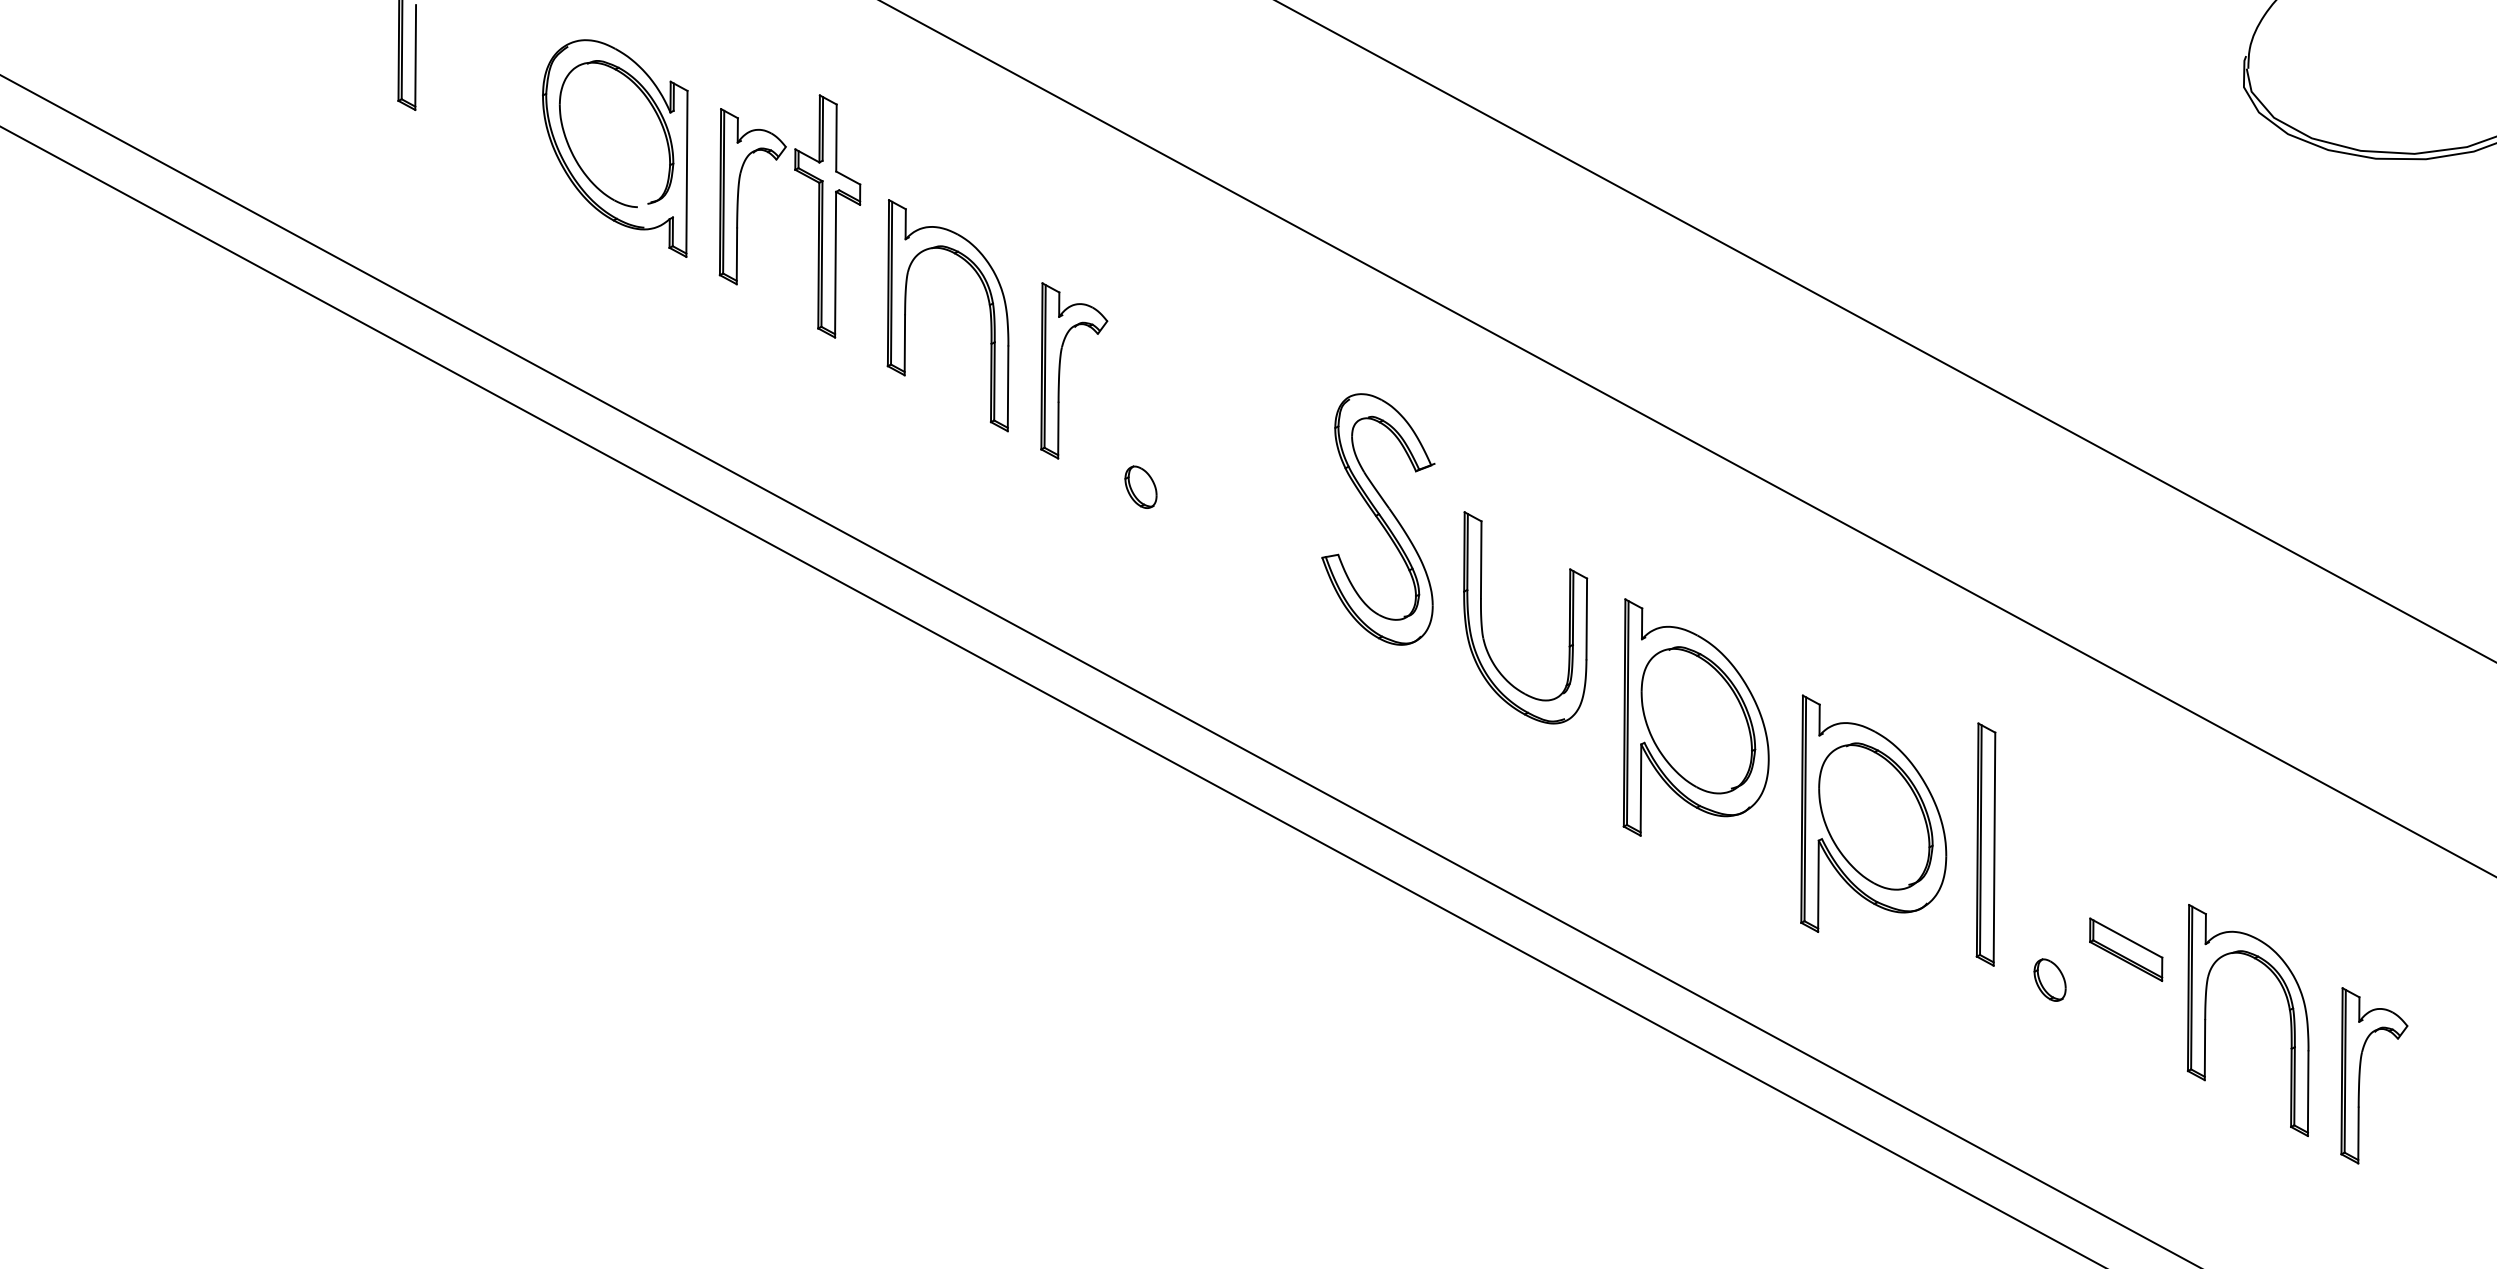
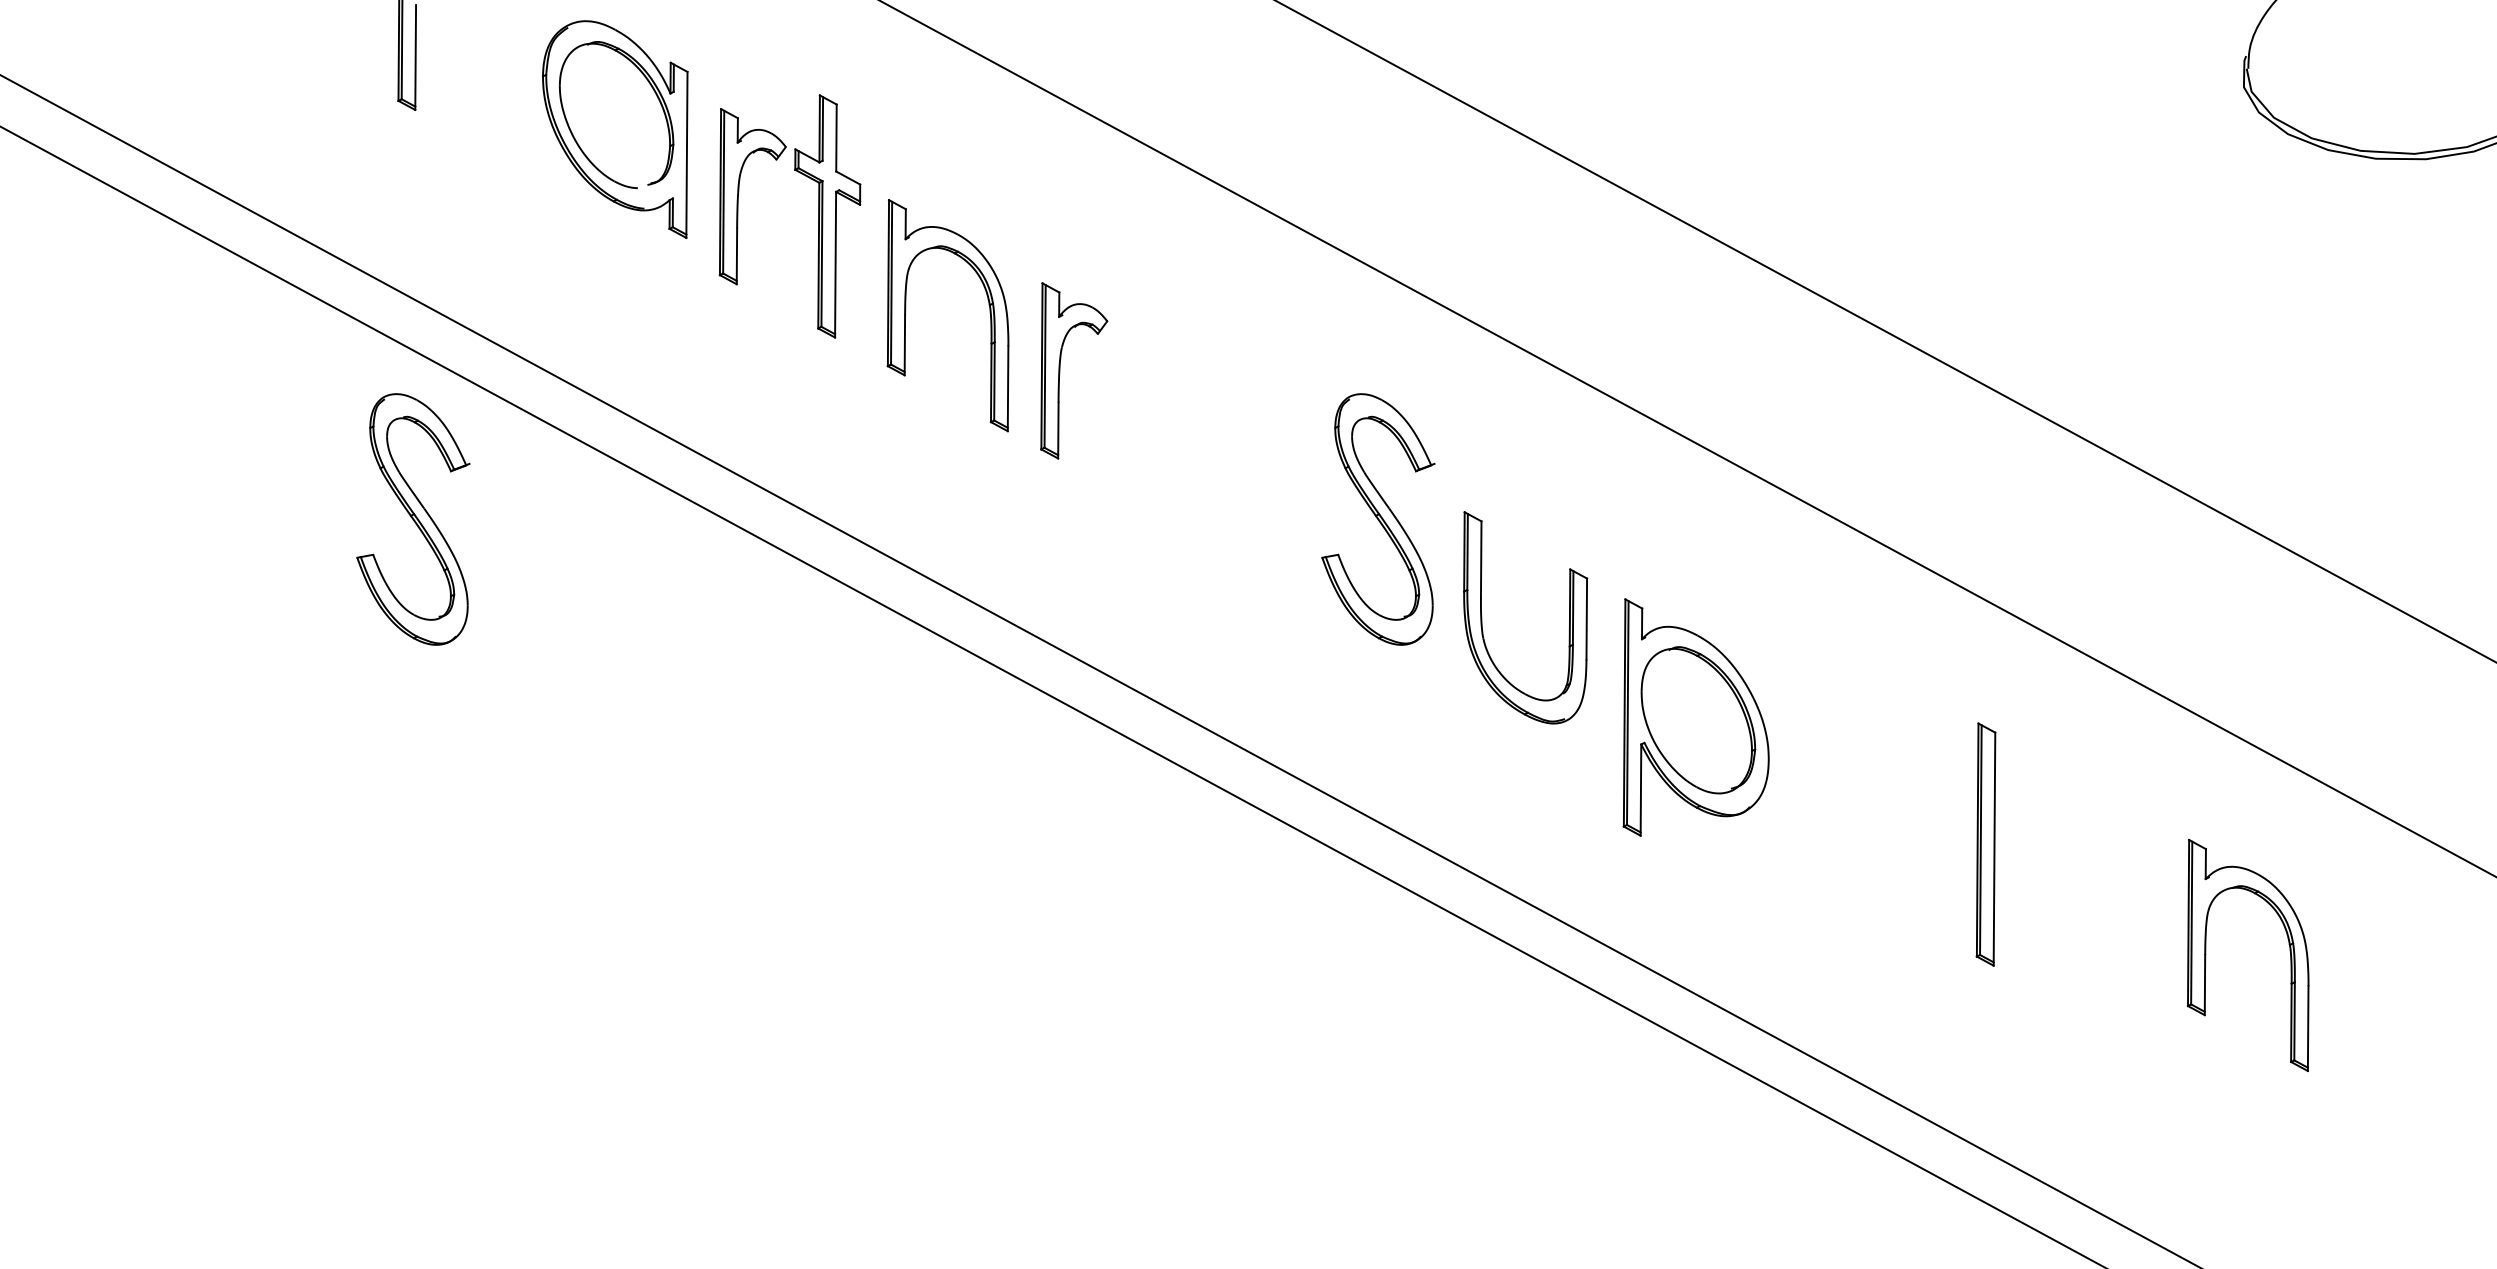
part at (615, 148) position: (615, 148) -> (615, 129)
part at (1140, 486): present -> none
part at (413, 519): none -> present
part at (1873, 813): present -> none
part at (2126, 949): present -> none
part at (2049, 979): present -> none
part at (2206, 1020) position: (2206, 1020) -> (2206, 955)
part at (2360, 1075): present -> none
